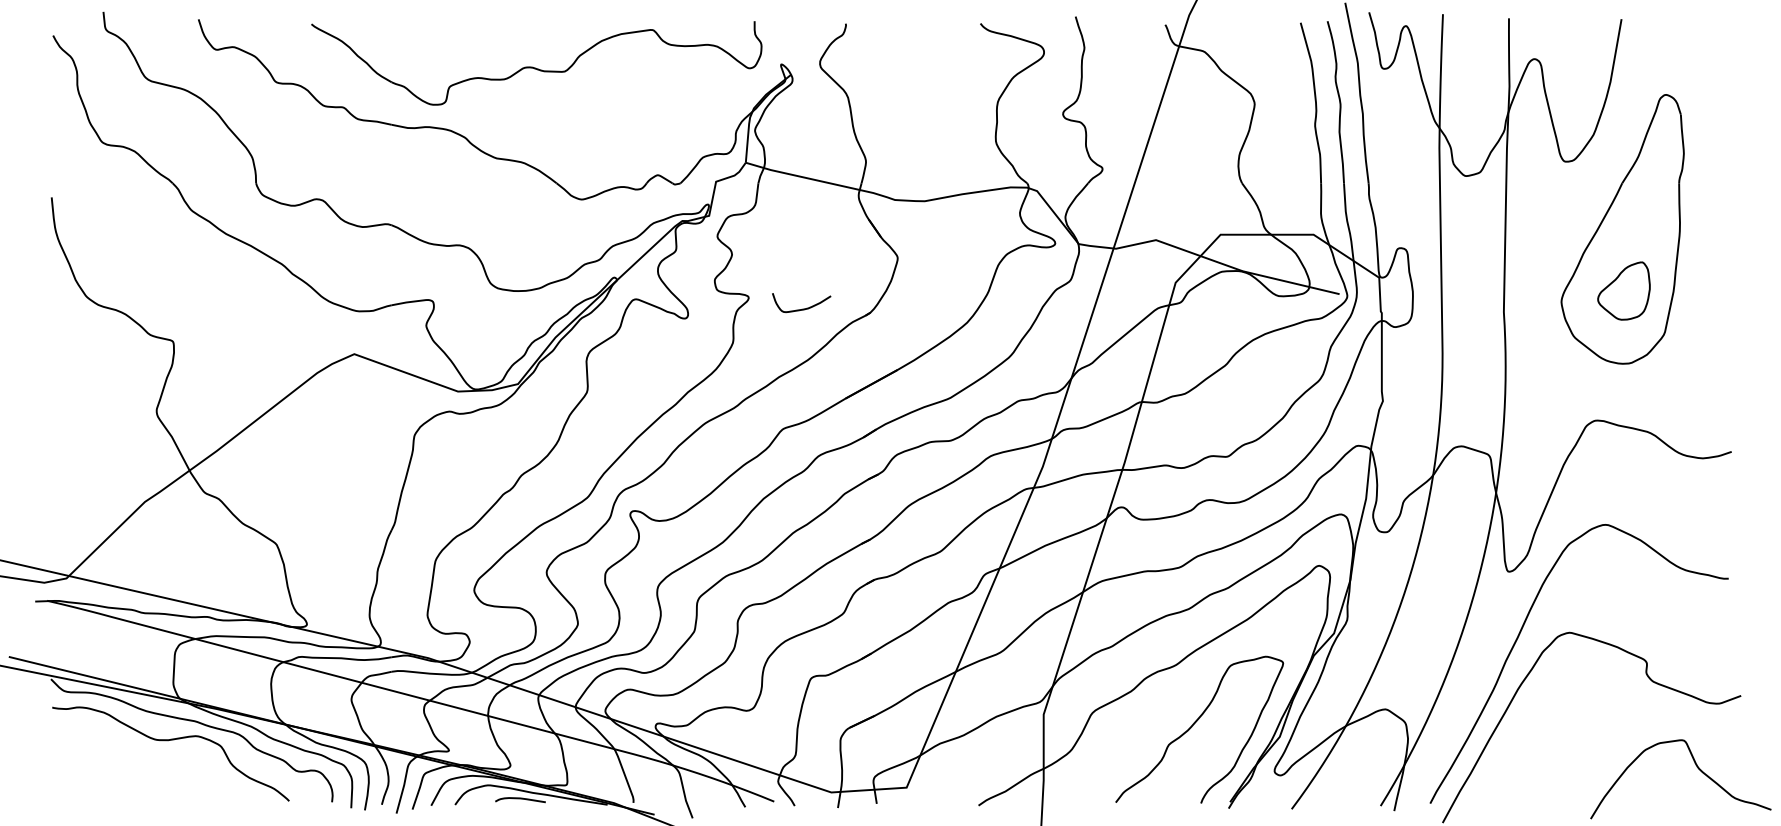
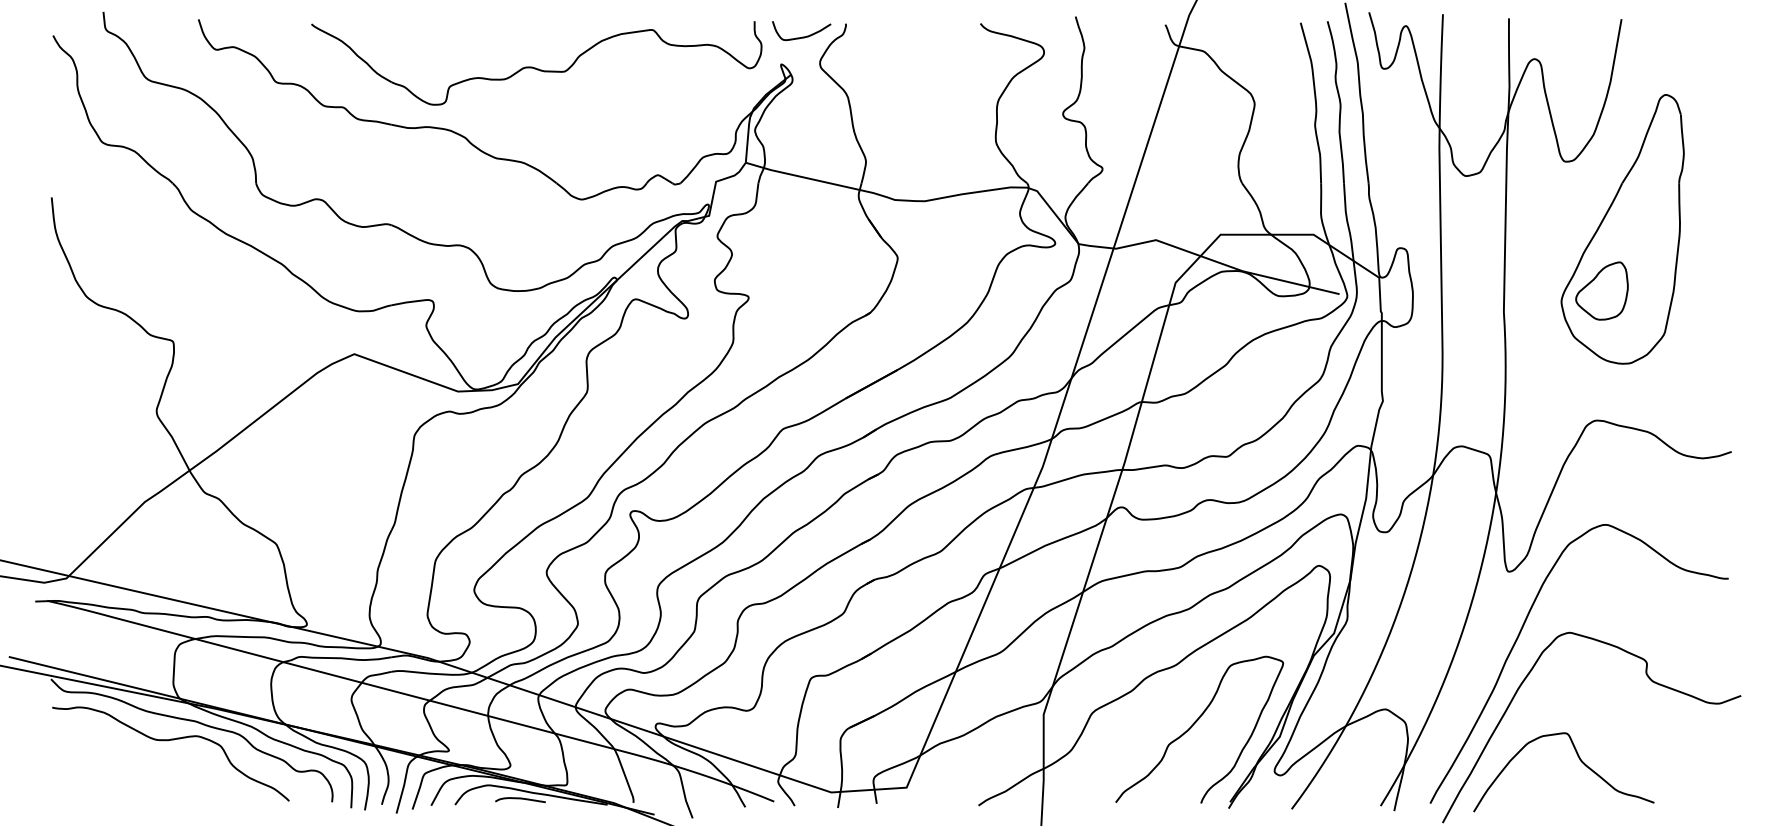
part at (1623, 290) position: (1623, 290) -> (1601, 290)
curve at (802, 308) position: (802, 308) -> (802, 36)
curve at (1697, 768) position: (1697, 768) -> (1580, 761)
